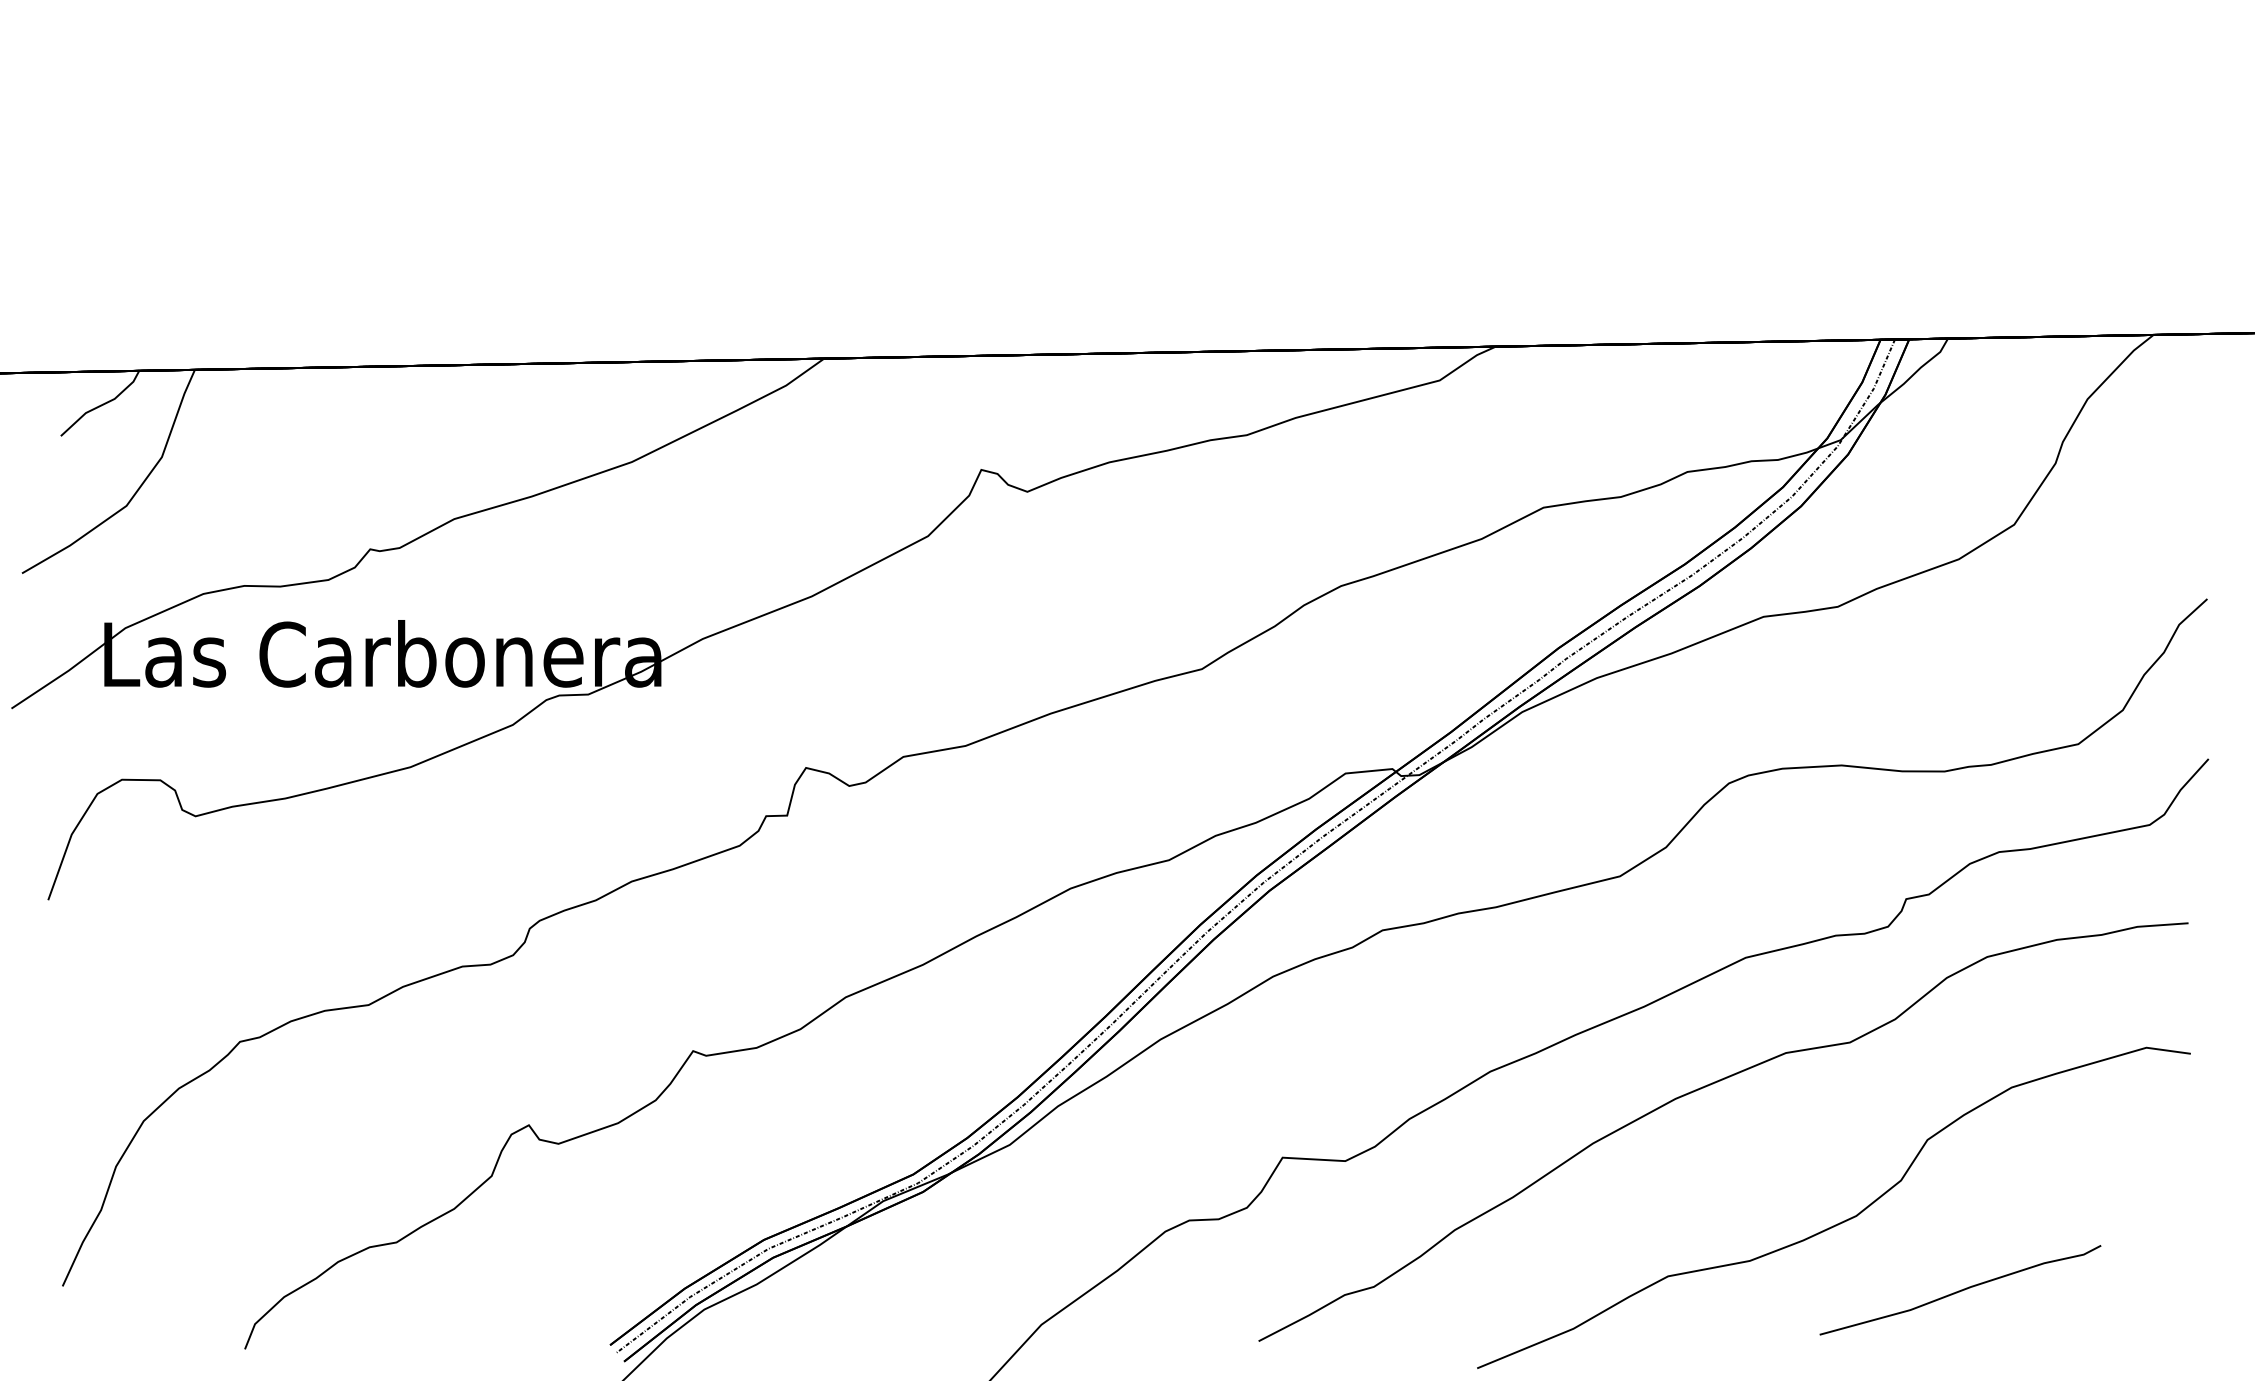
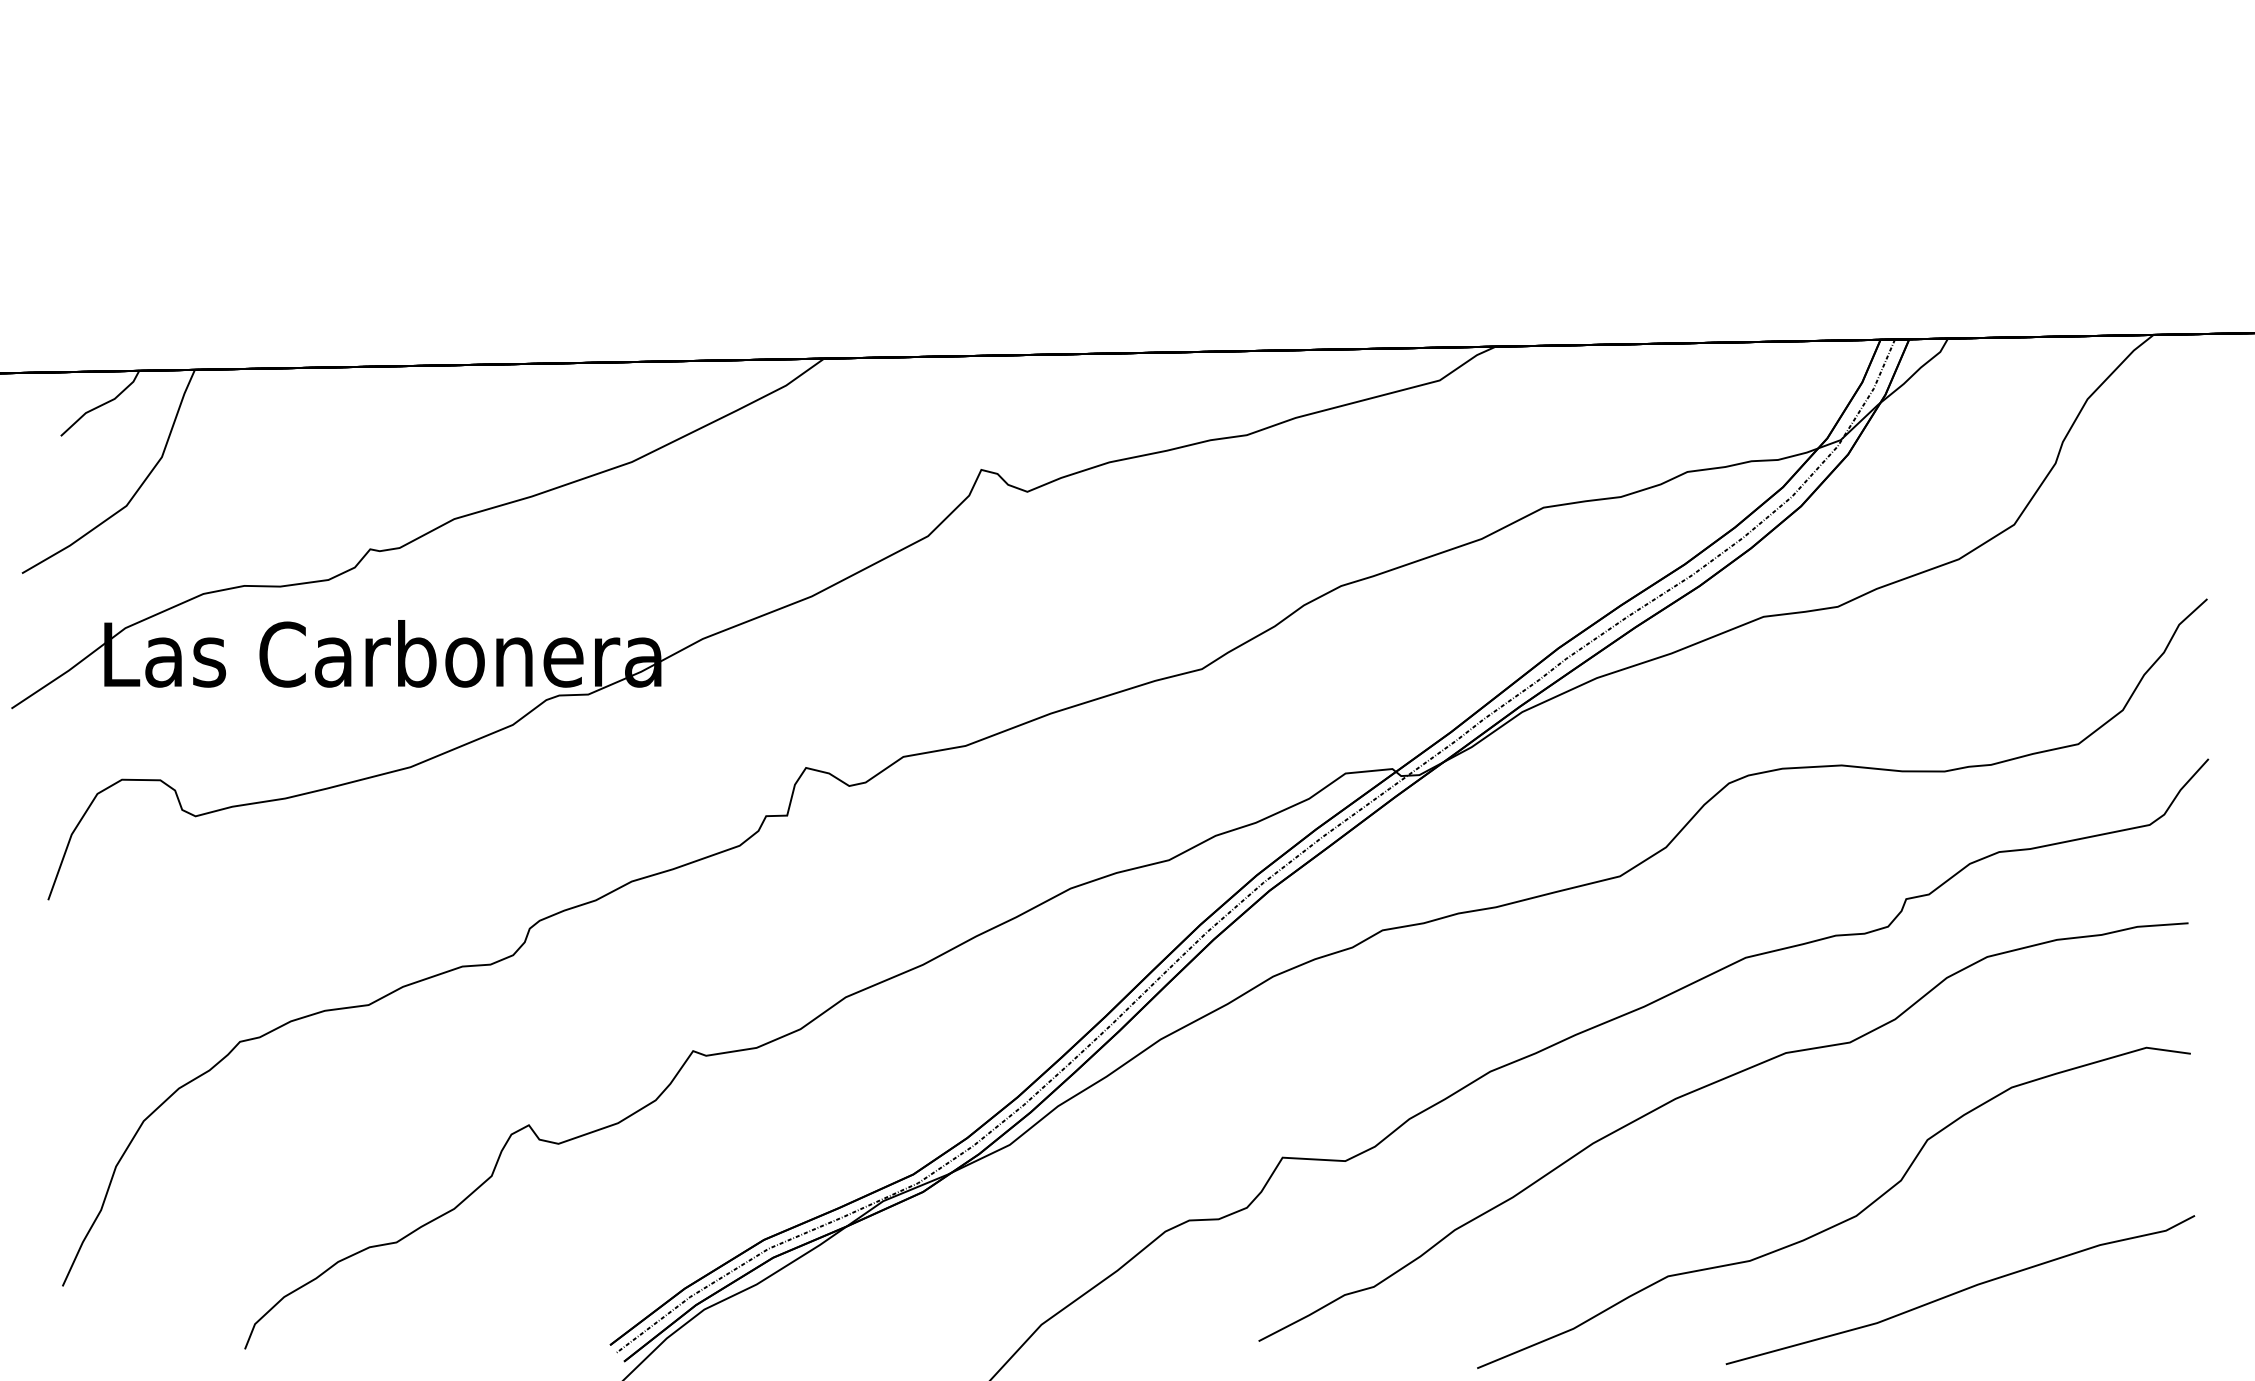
part at (1960, 1290) size: 283x91 px -> 471x151 px
